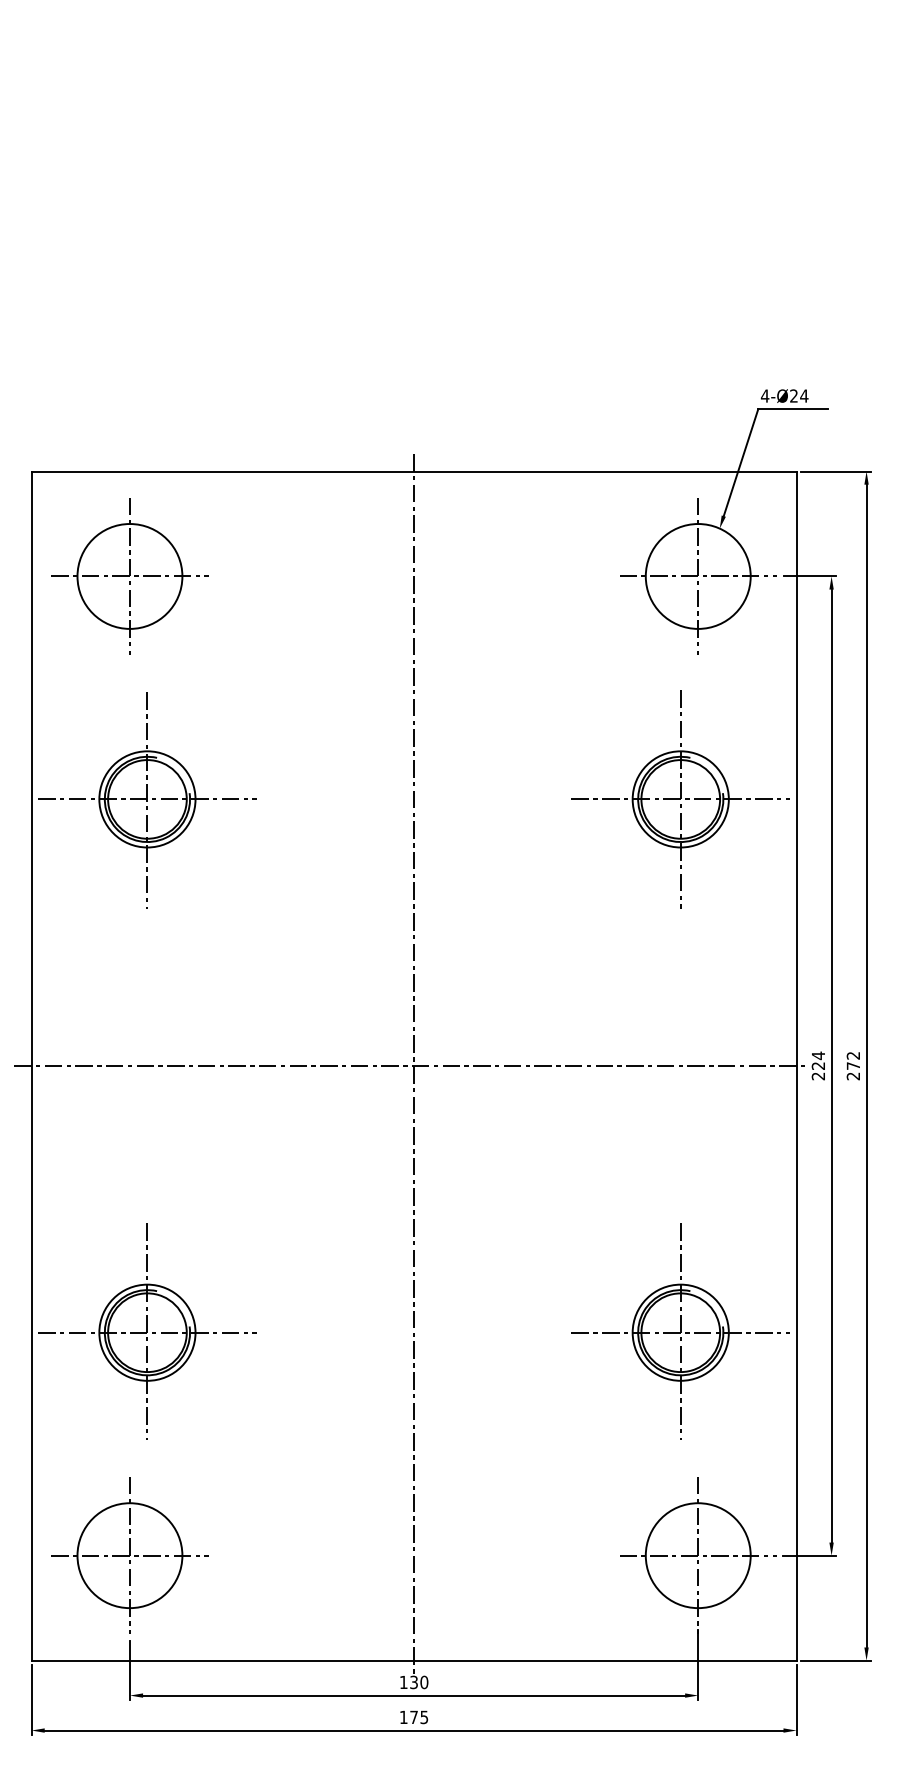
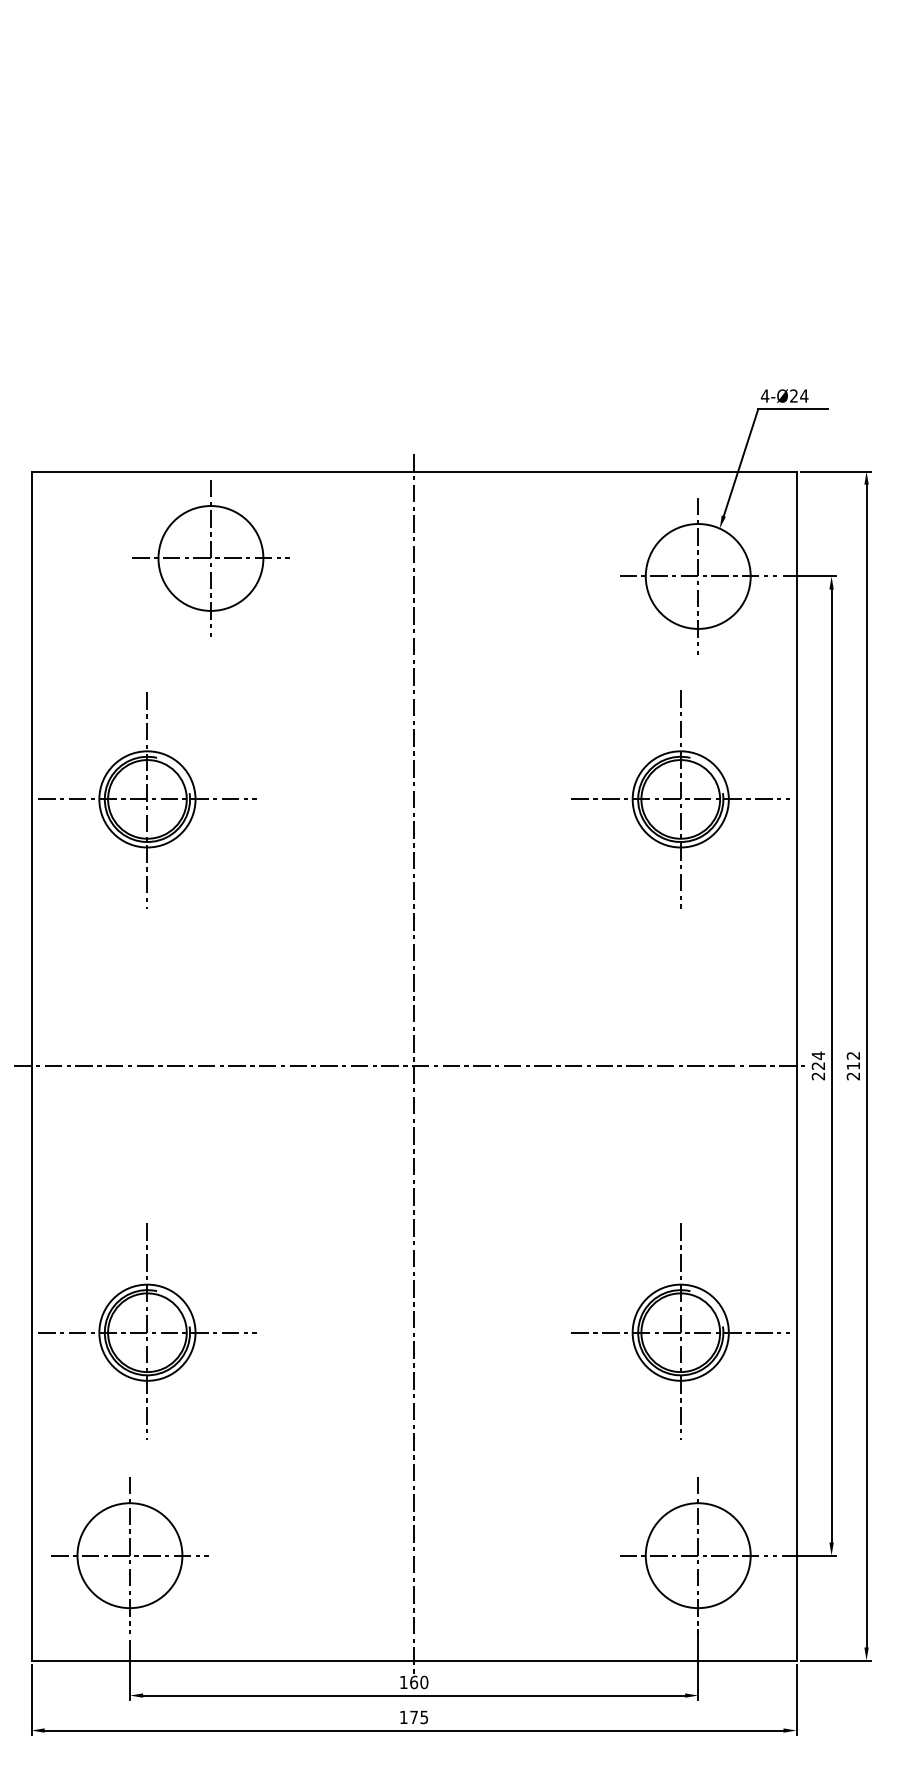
part at (129, 576) position: (129, 576) -> (210, 558)
text at (852, 1065): 272 -> 212
text at (414, 1682): 130 -> 160
